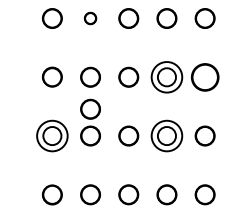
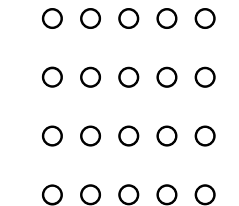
circle at (90, 18) size: 15x15 px -> 21x21 px
circle at (166, 77) diameter: 31 px -> 19 px
circle at (205, 77) size: 29x29 px -> 22x22 px
circle at (90, 108): present -> none
circle at (52, 135) diameter: 31 px -> 19 px
circle at (166, 135) diameter: 31 px -> 19 px
